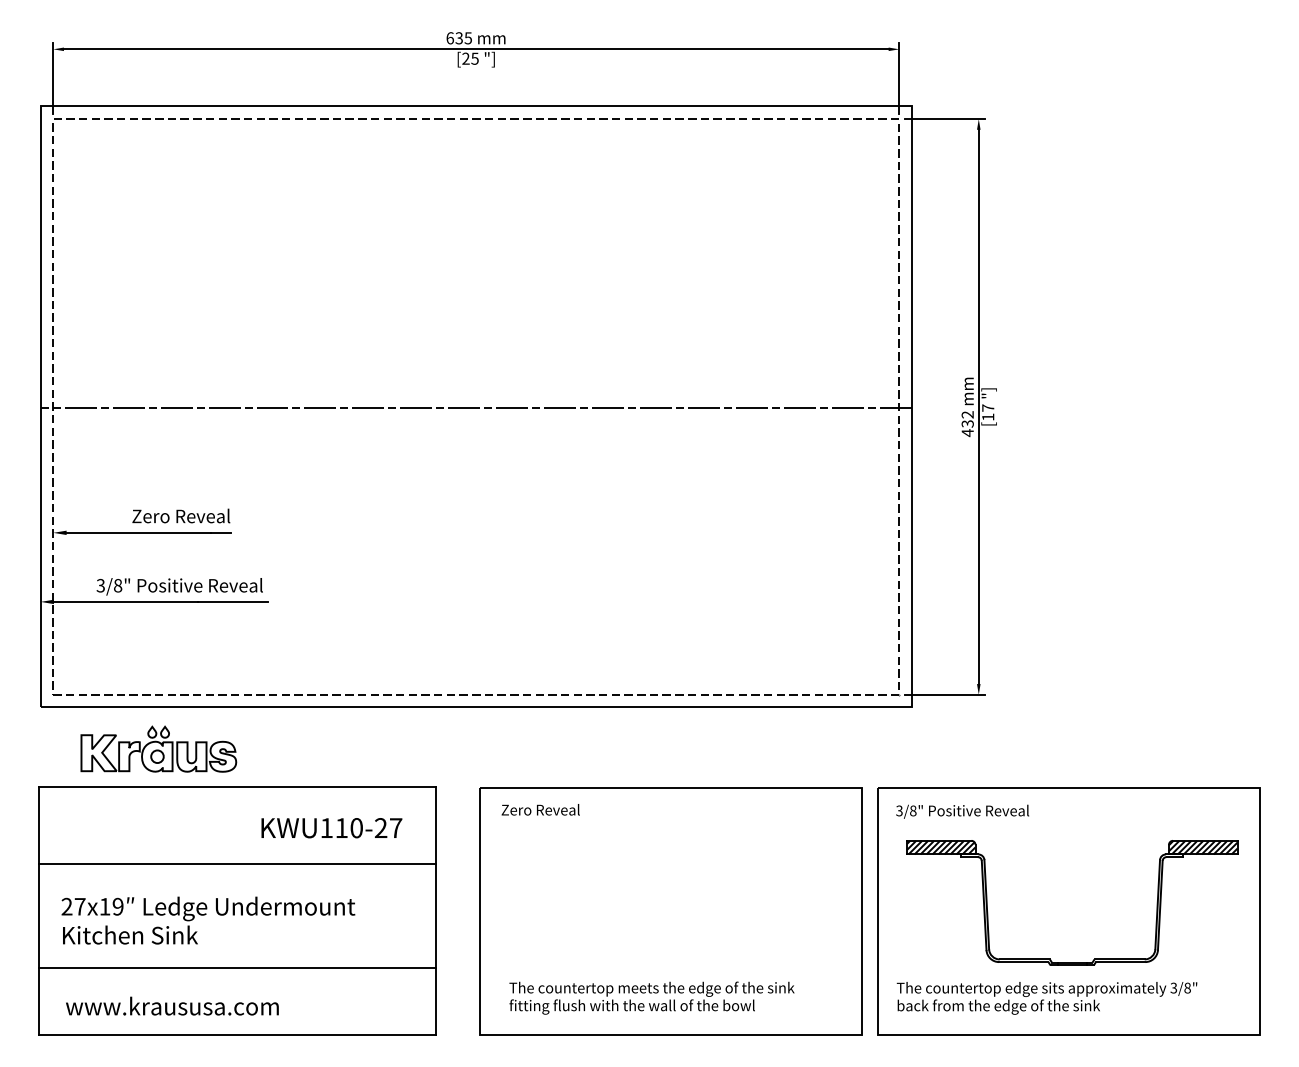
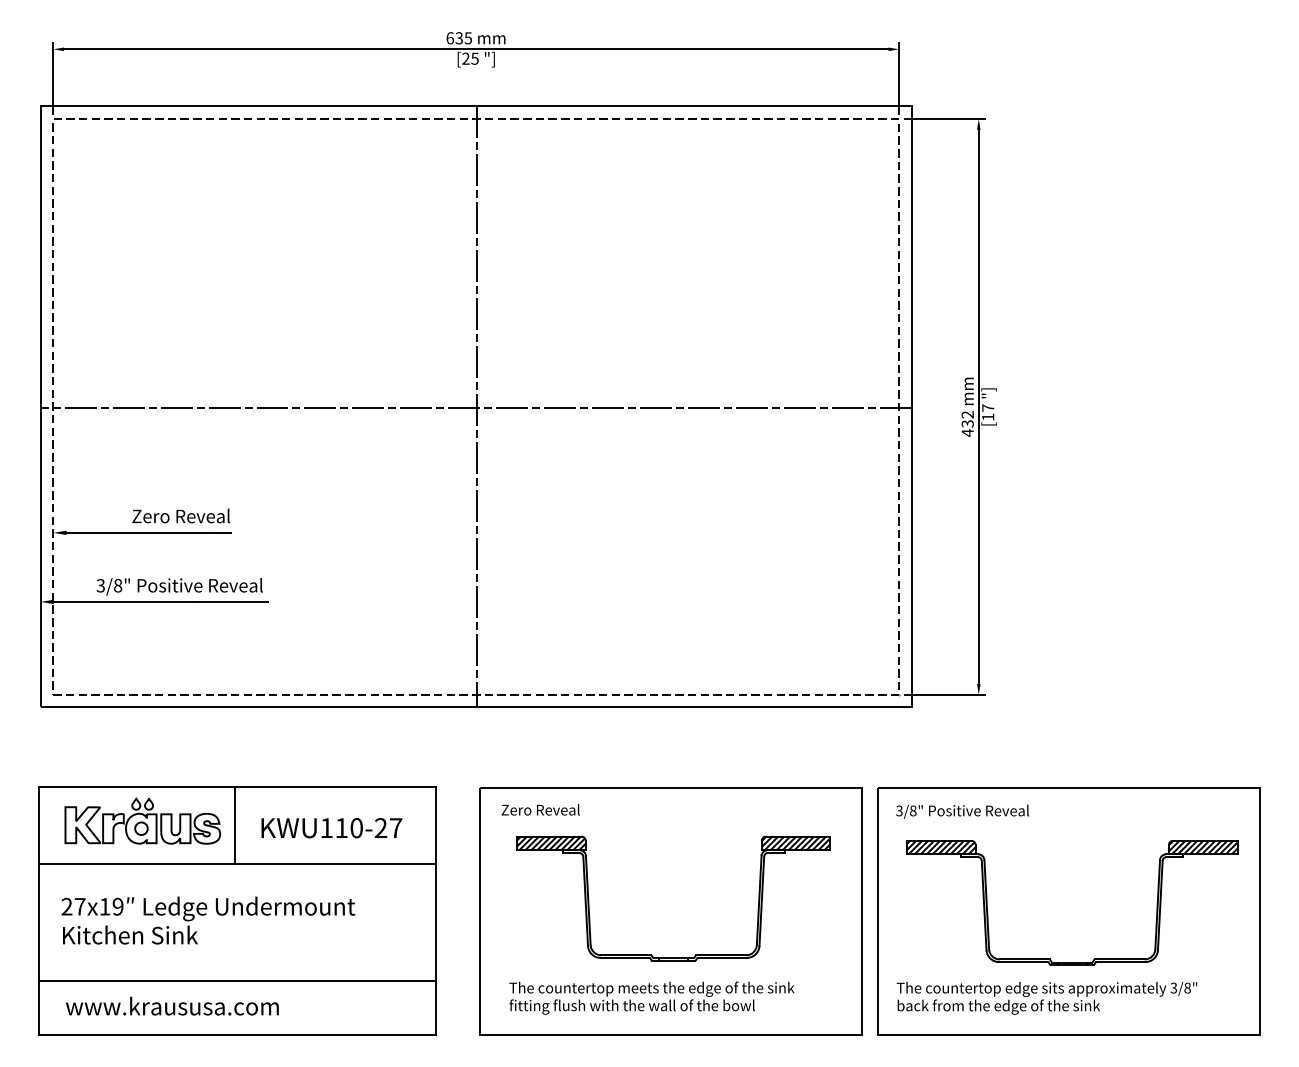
line at (476, 406): none -> present
part at (158, 748) position: (158, 748) -> (142, 820)
line at (235, 825): none -> present
part at (673, 957): none -> present
line at (237, 967) position: (237, 967) -> (237, 980)
